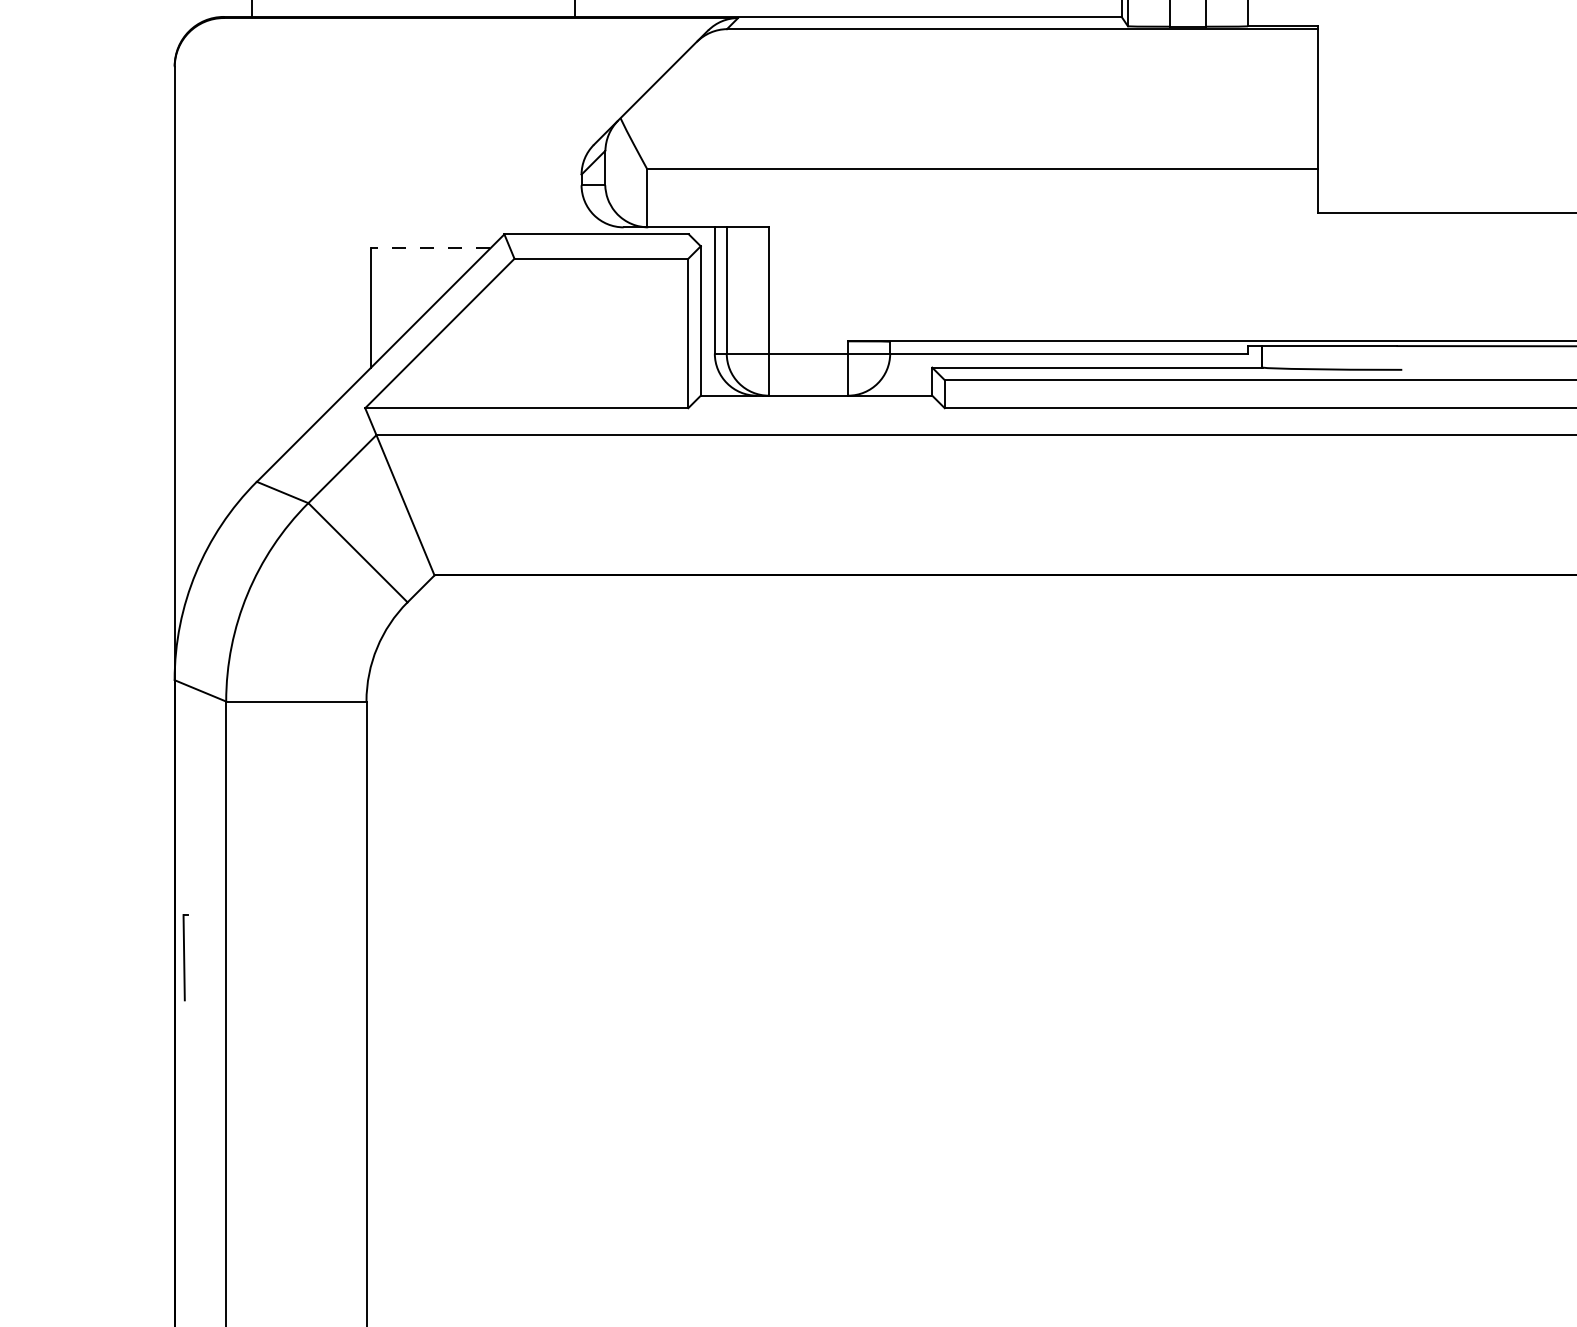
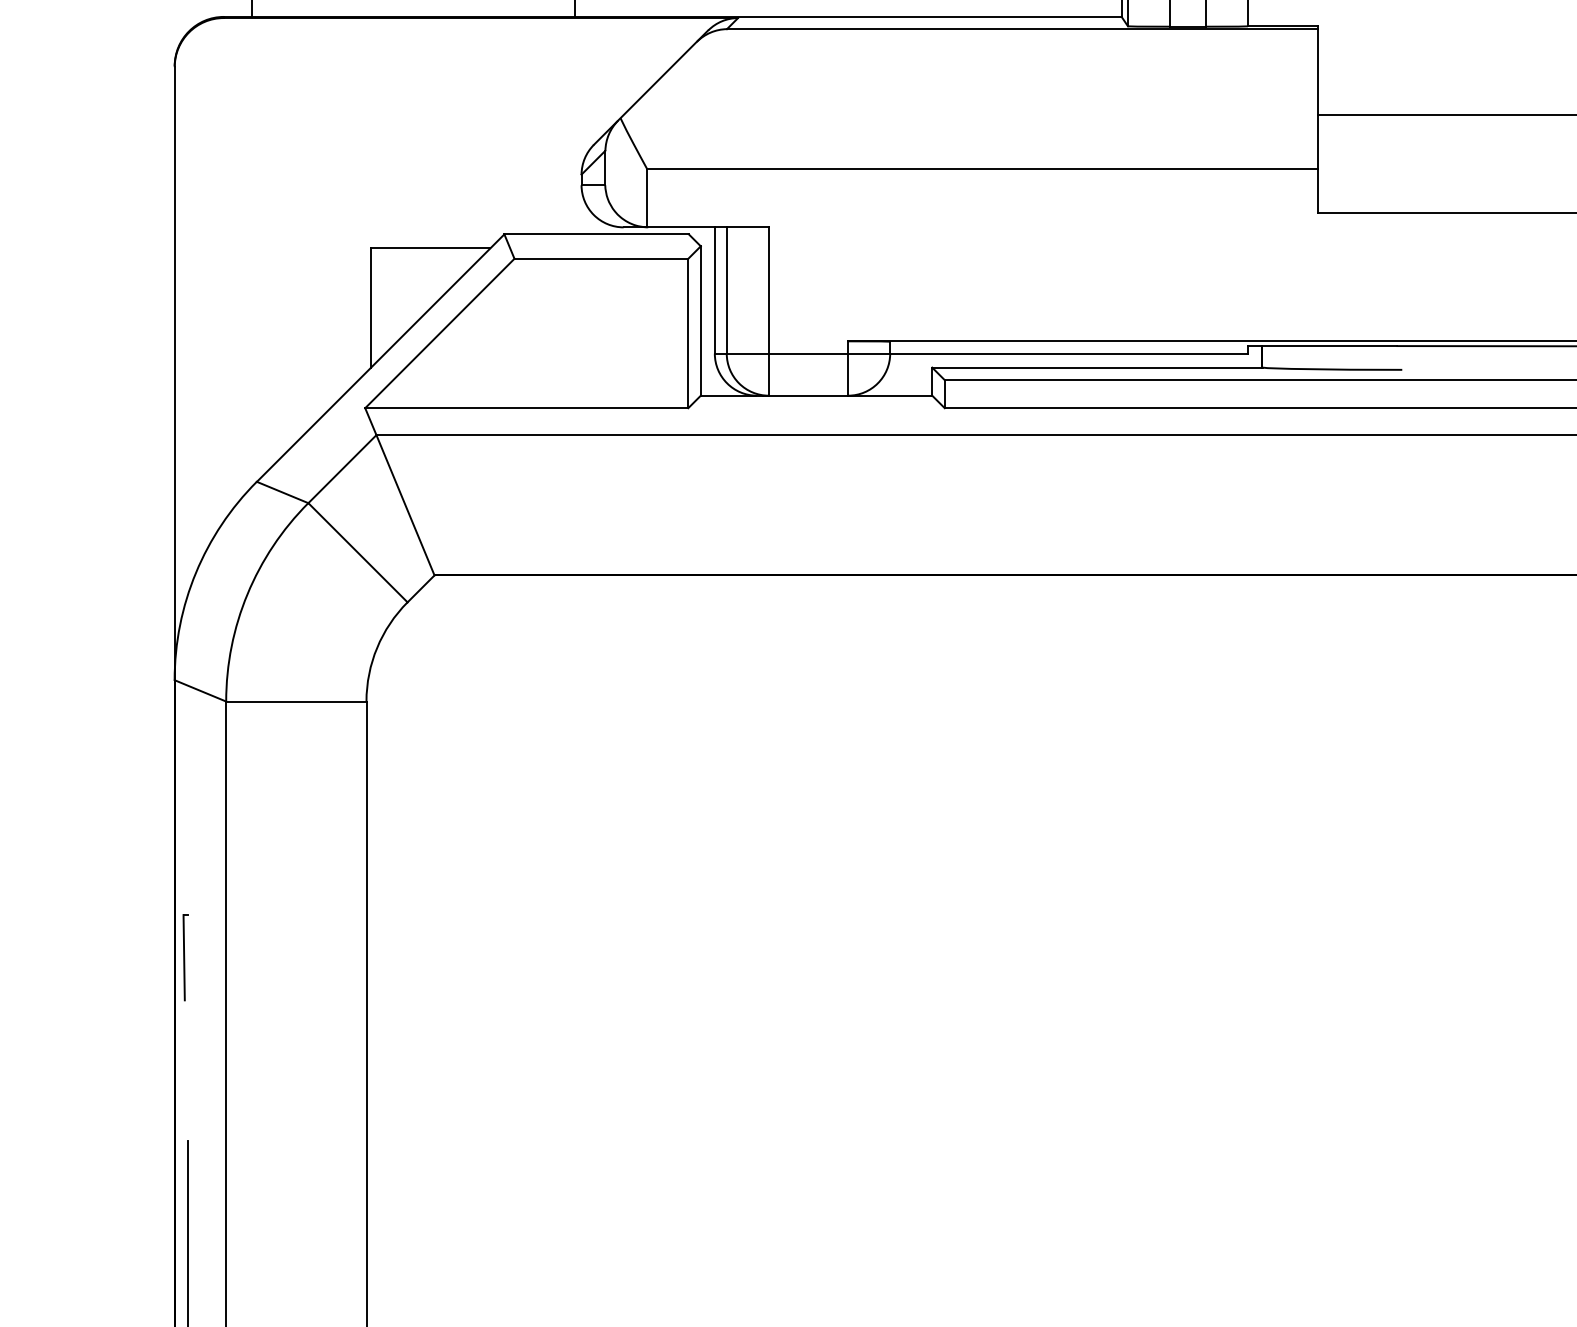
line at (1445, 115): none -> present
line at (430, 248): dashed -> solid
line at (188, 1231): none -> present
